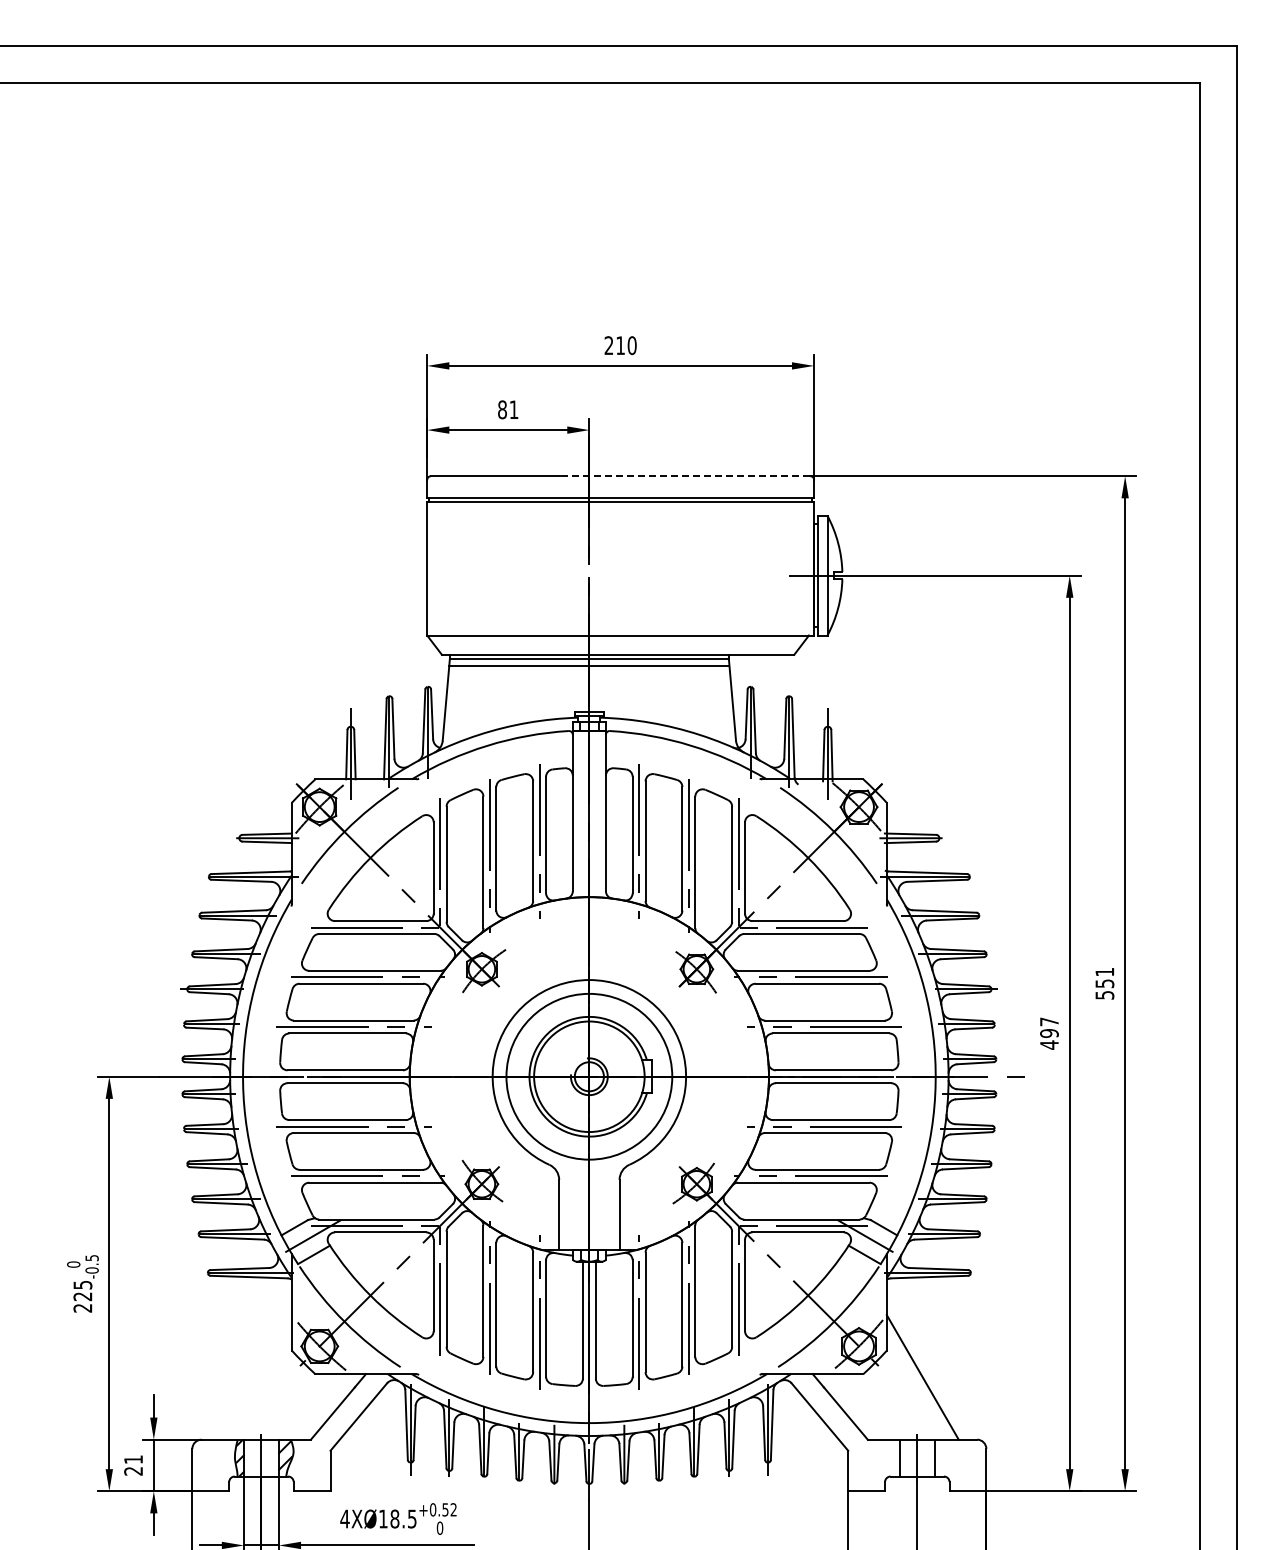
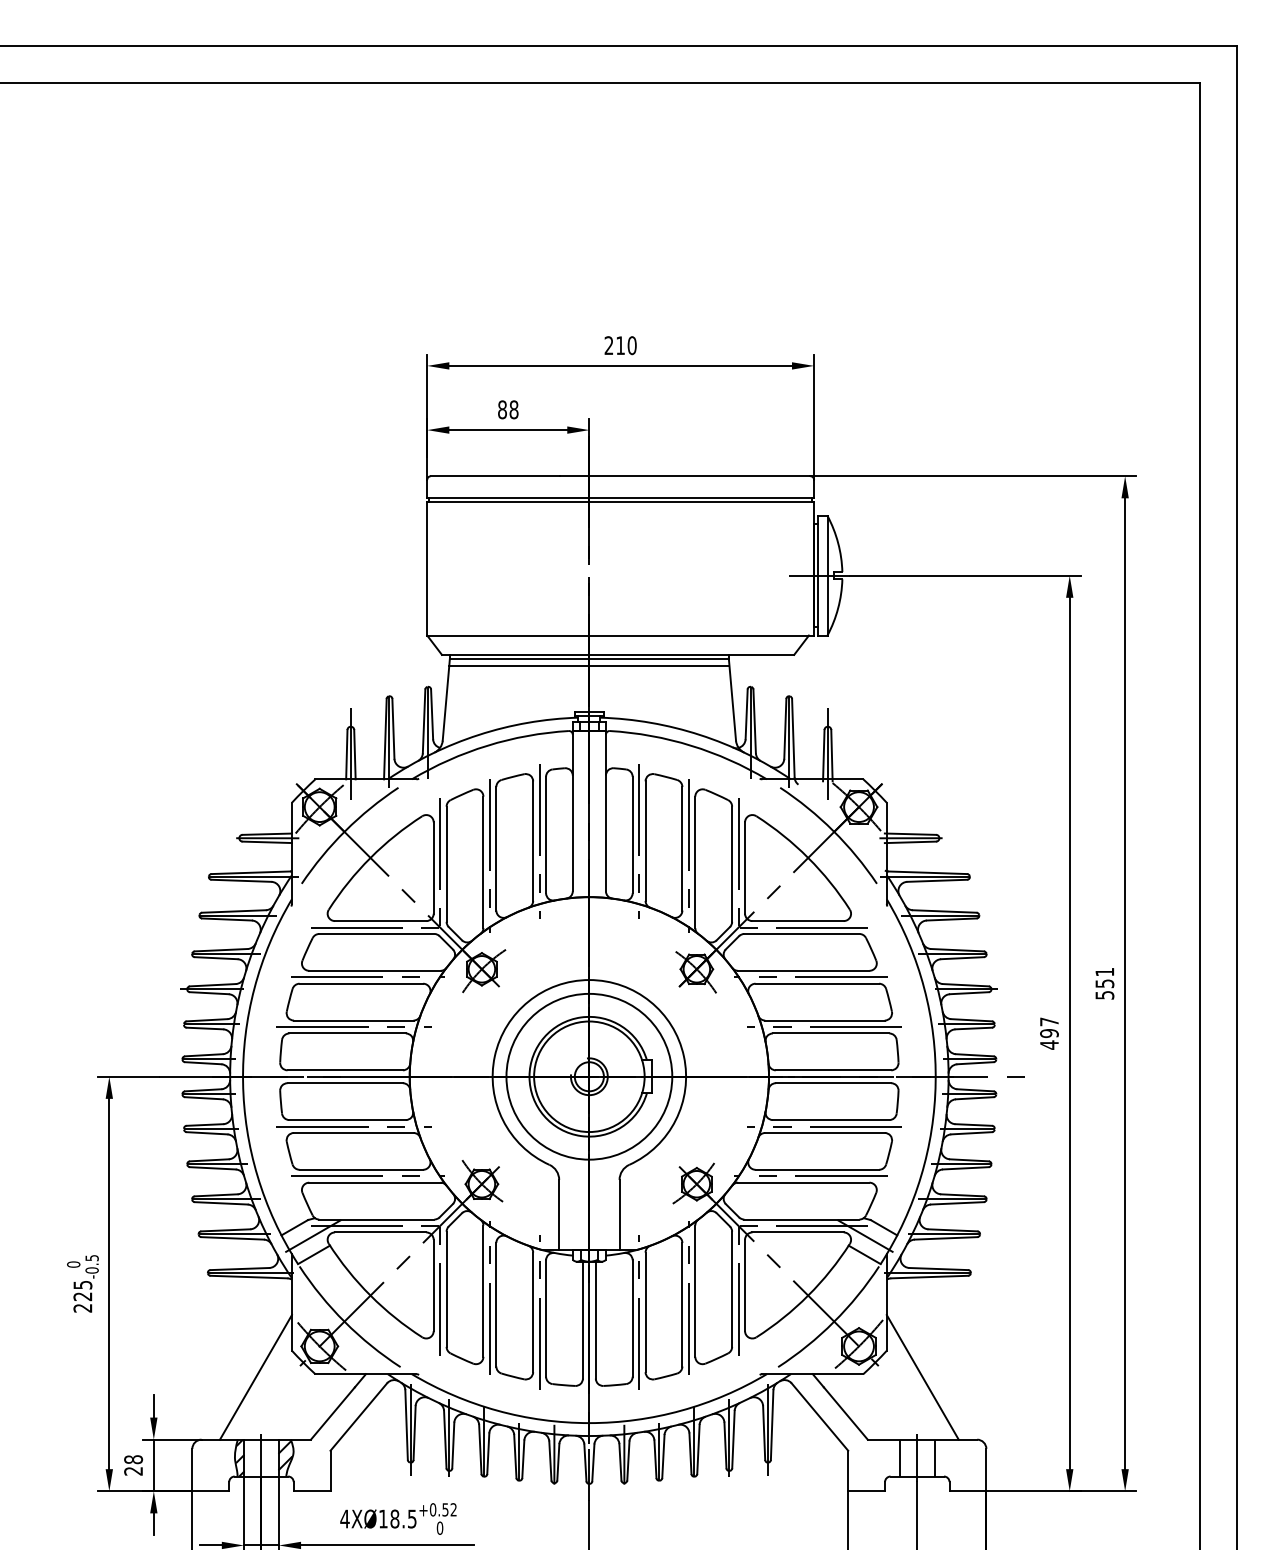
text at (513, 409): 81 -> 88
line at (684, 476): dashed -> solid
line at (255, 1377): none -> present
text at (133, 1459): 21 -> 28
